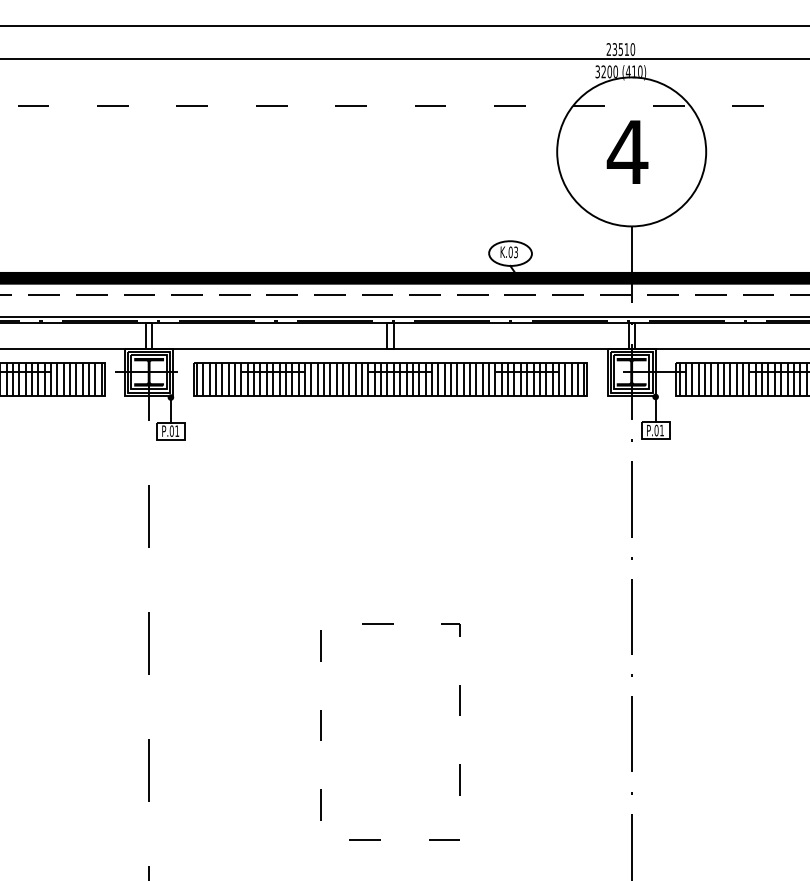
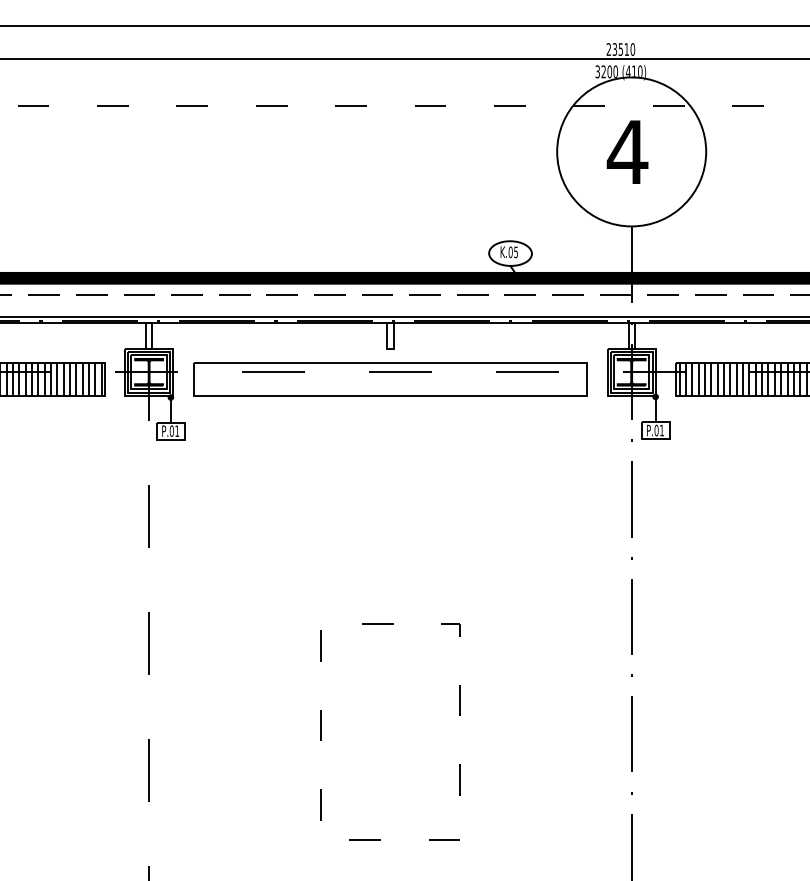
text at (515, 251): K.03 -> K.05
line at (404, 348): present -> none
hatch at (390, 378): present -> none
